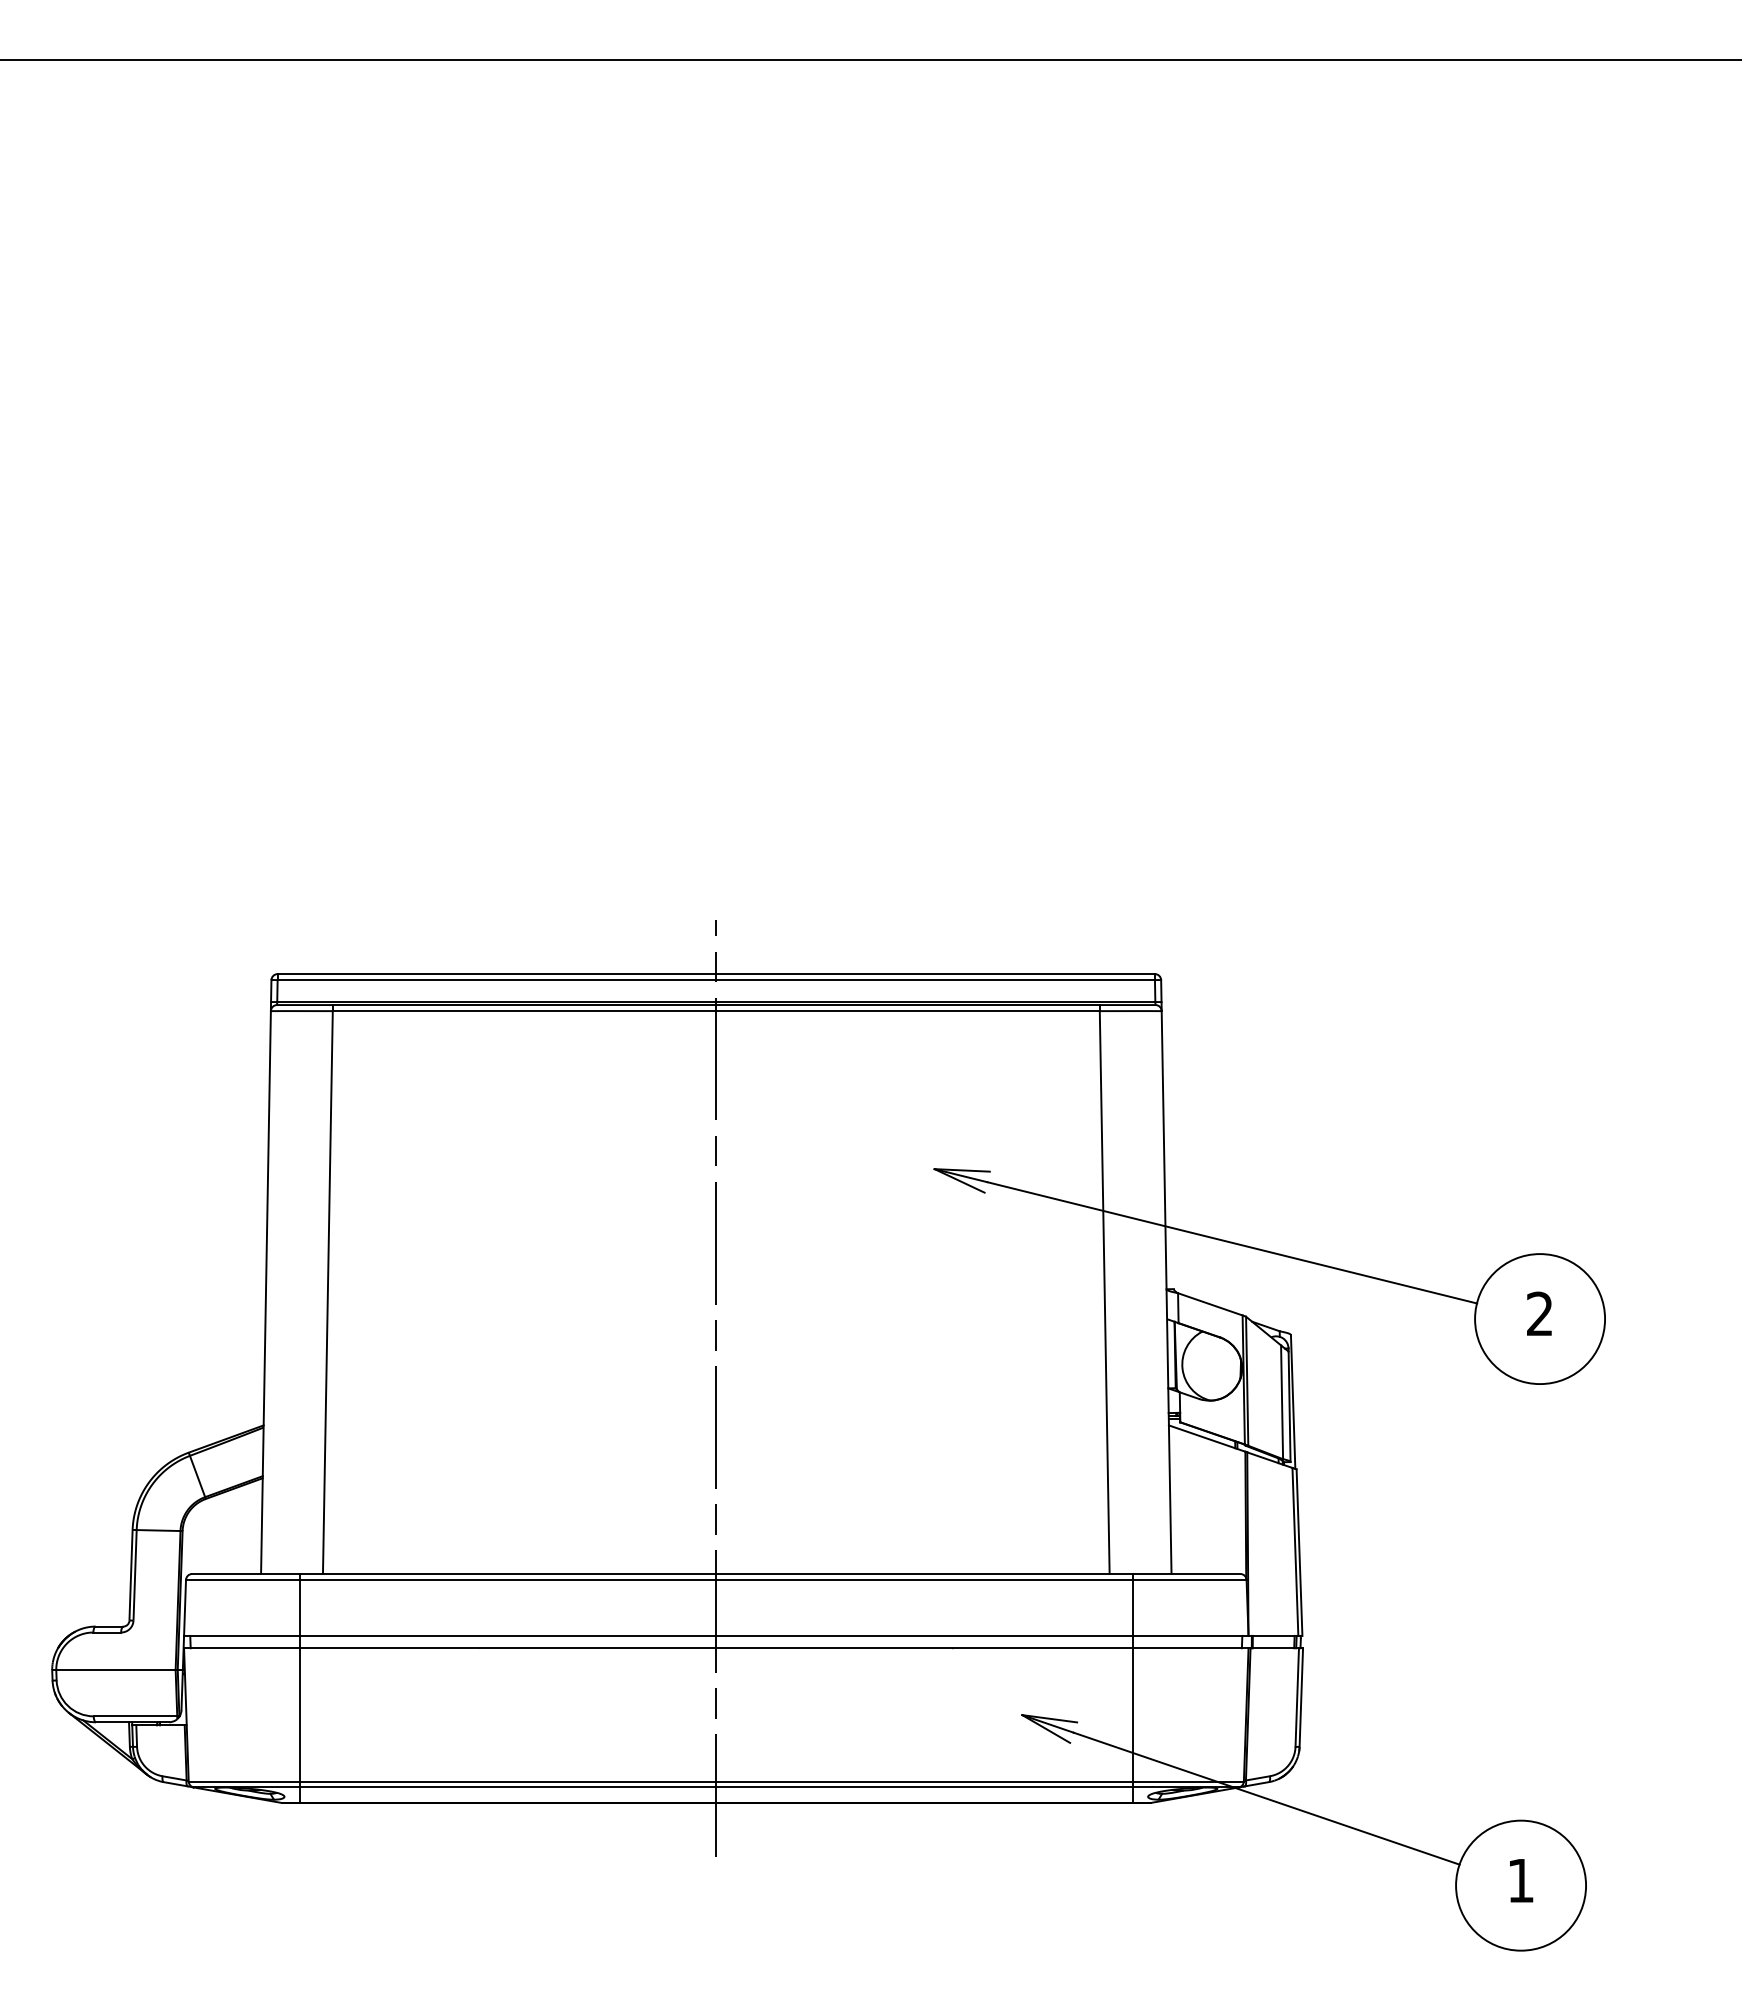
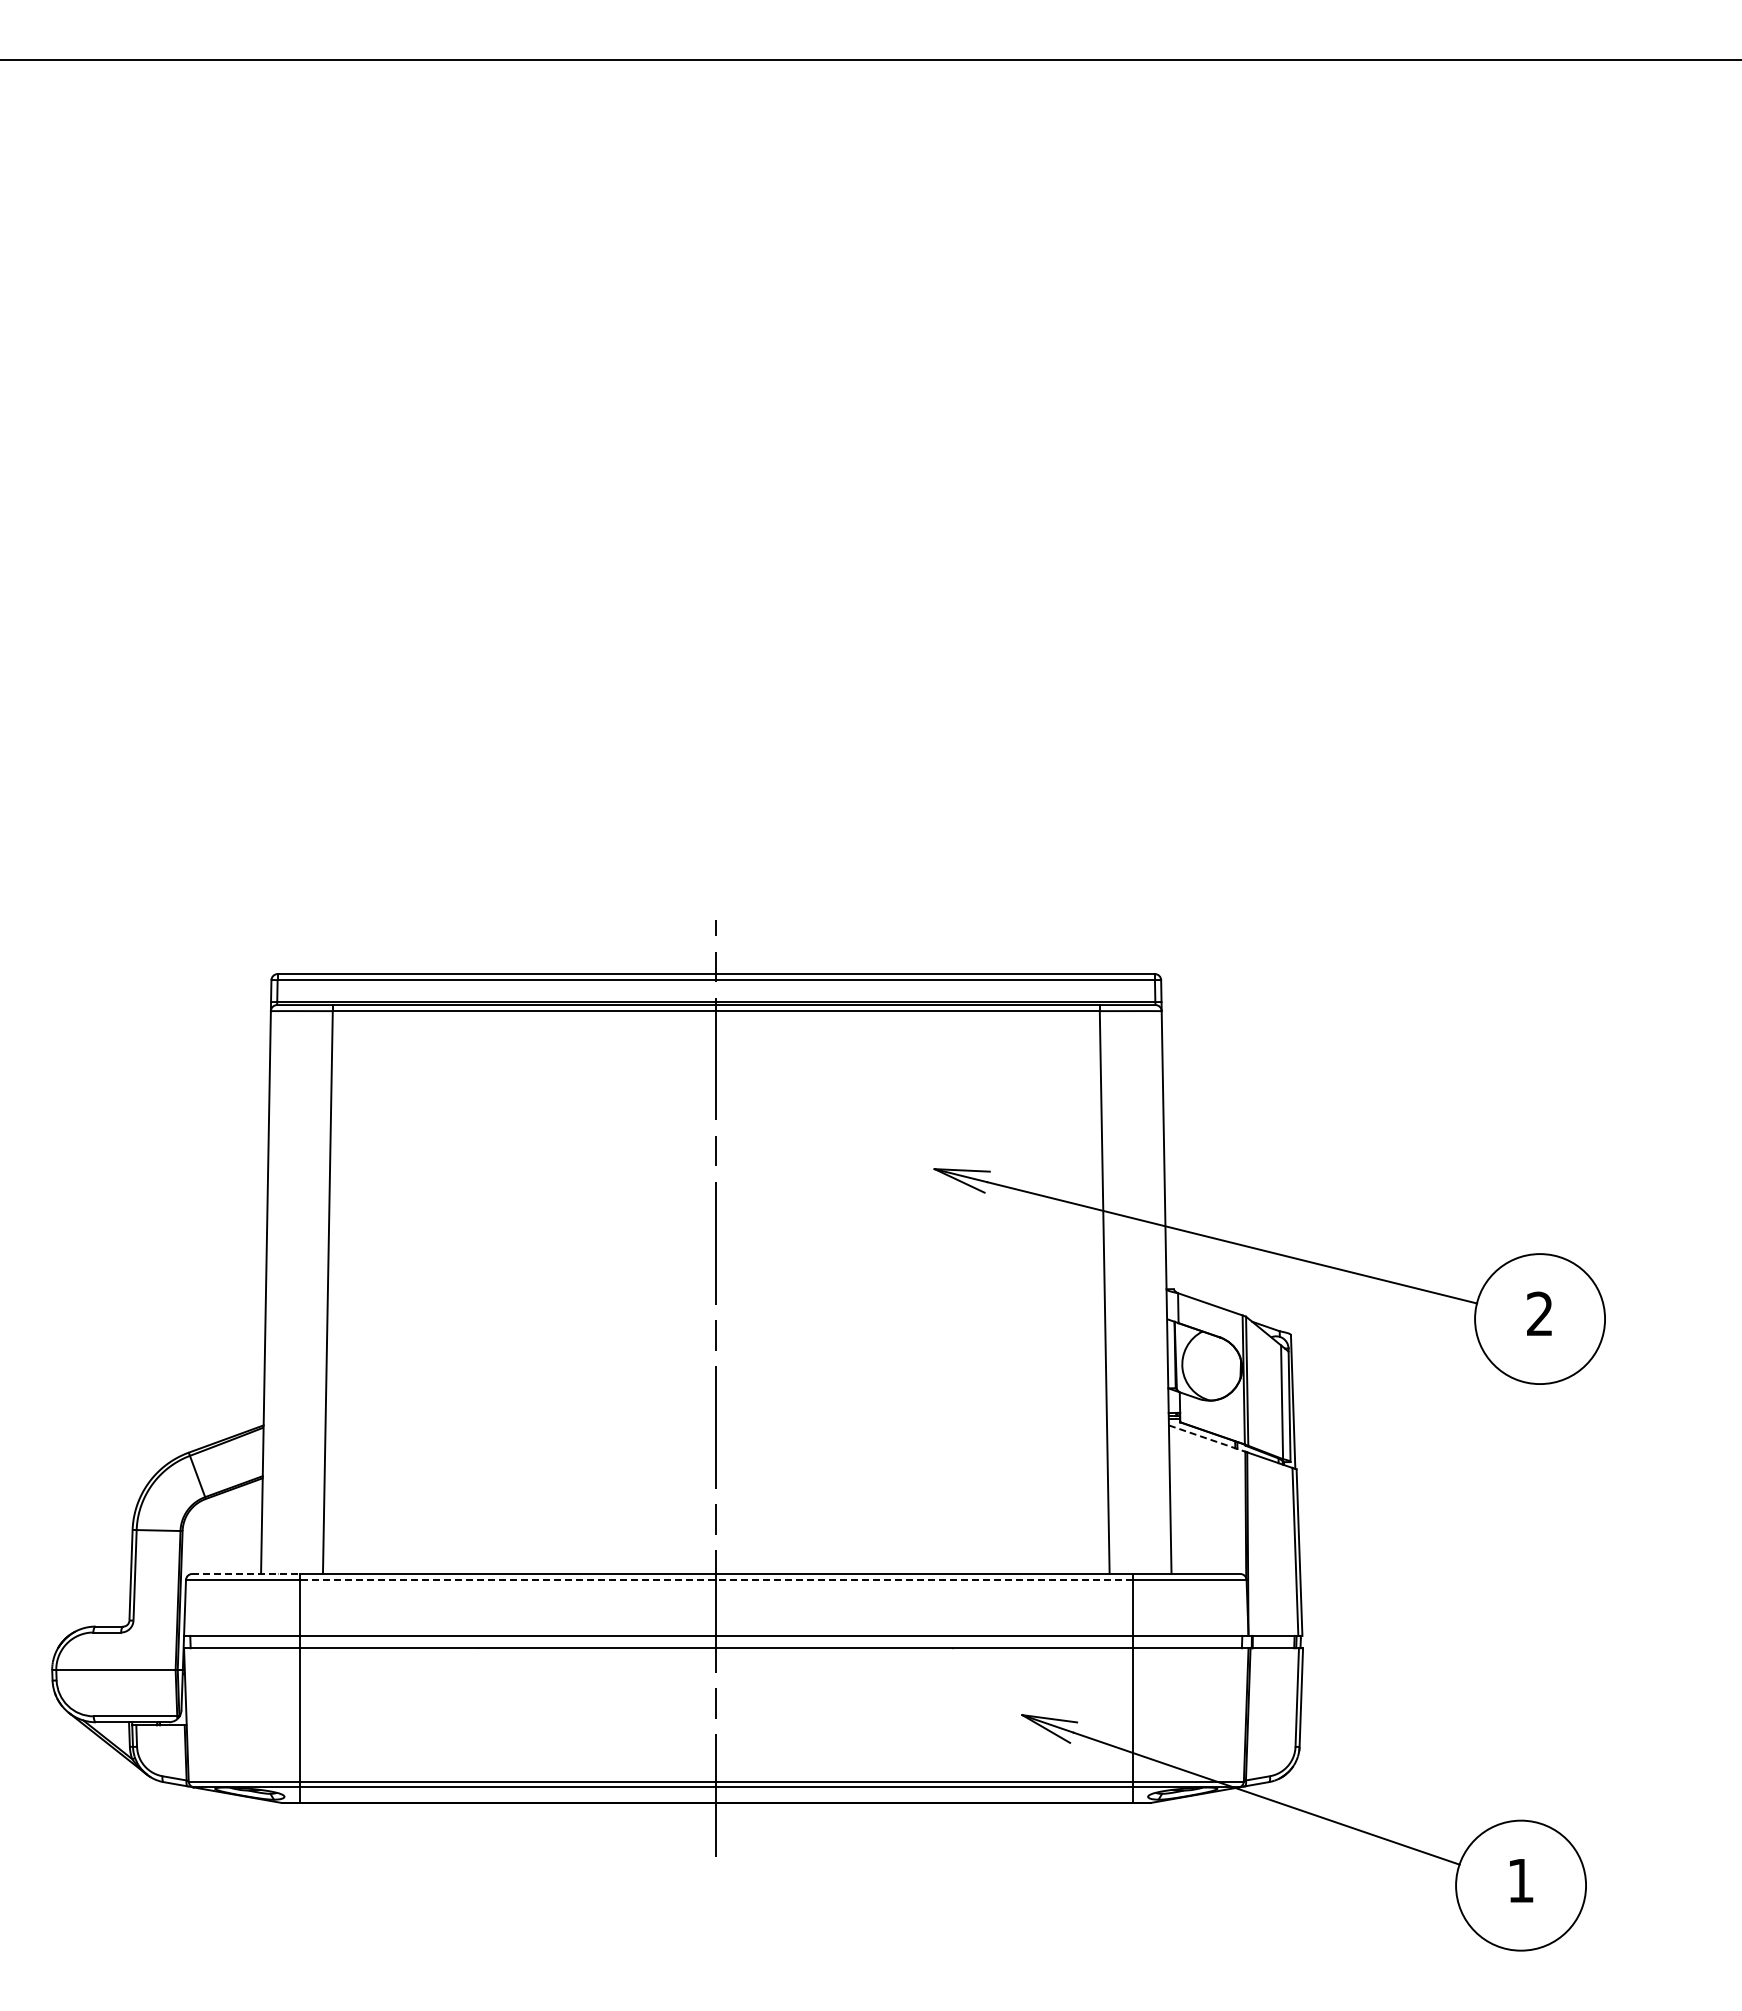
line at (1207, 1438): solid -> dashed
line at (246, 1573): solid -> dashed
line at (715, 1579): solid -> dashed
